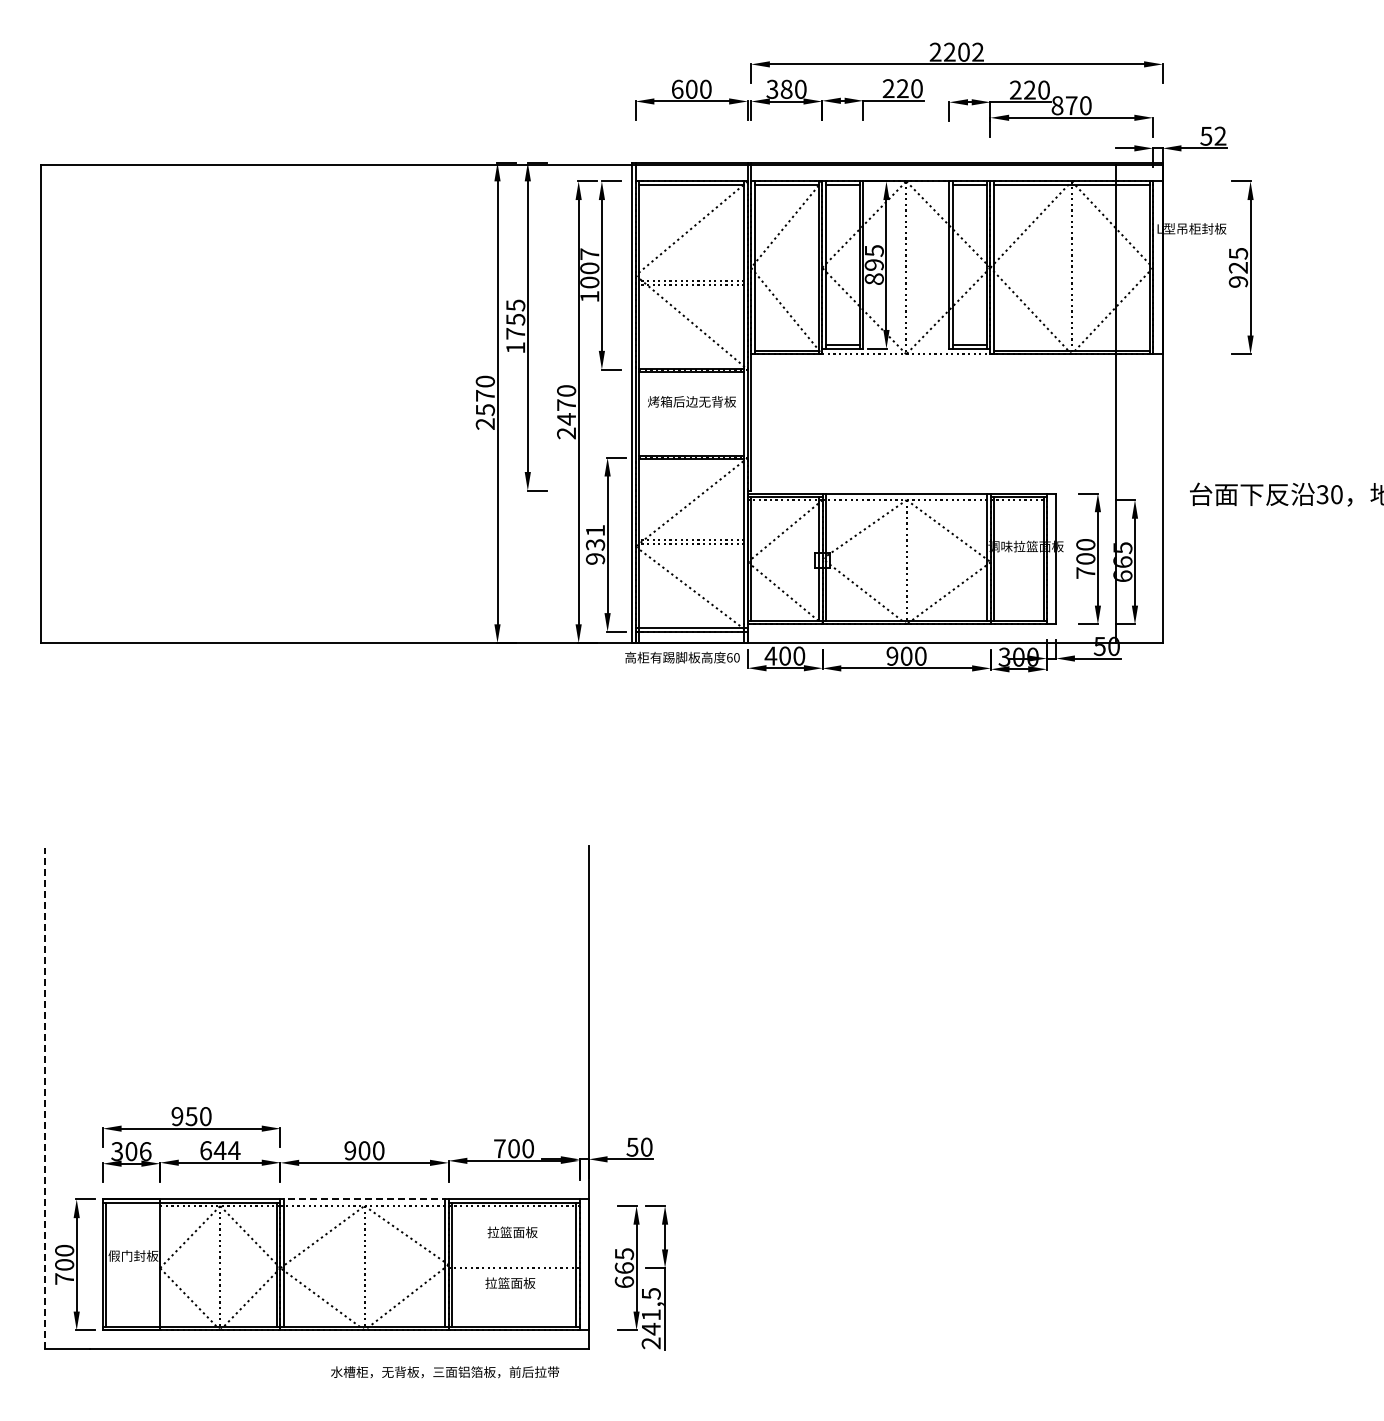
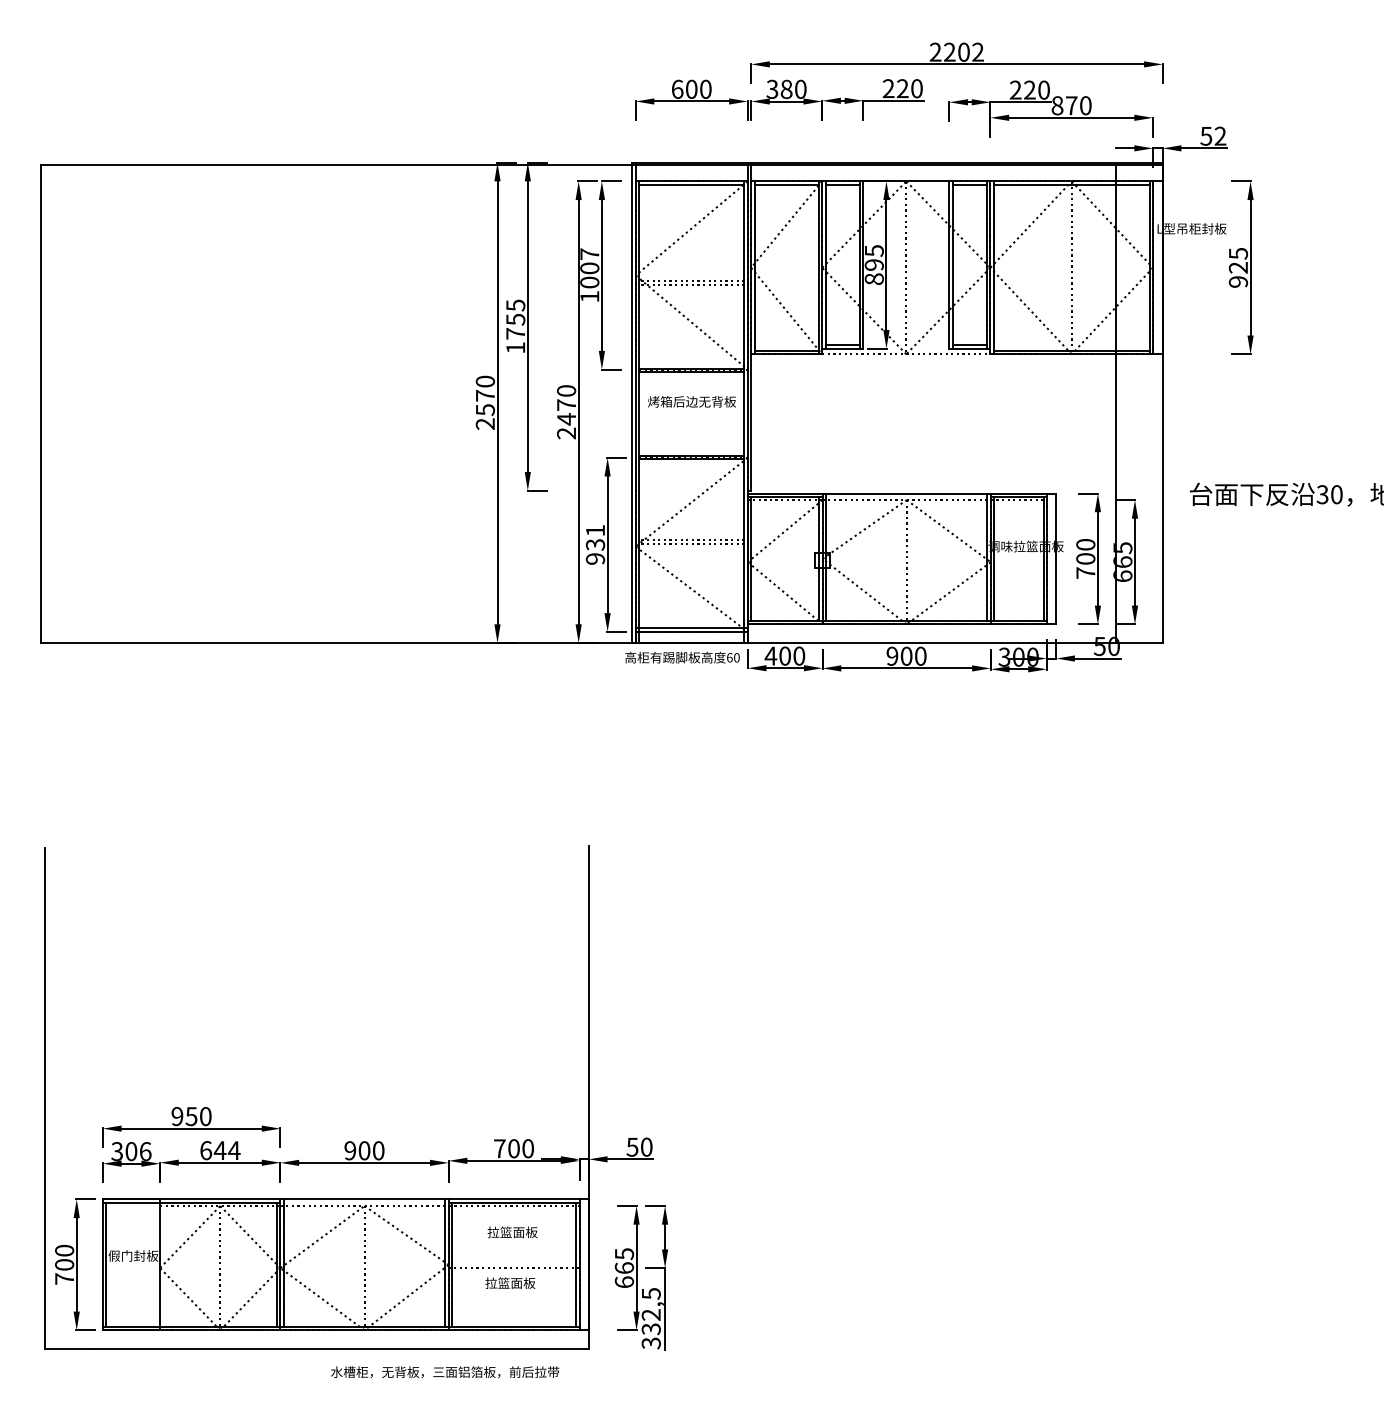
line at (44, 1098): dashed -> solid
line at (364, 1199): dashed -> solid
text at (650, 1329): 241,5 -> 332,5
